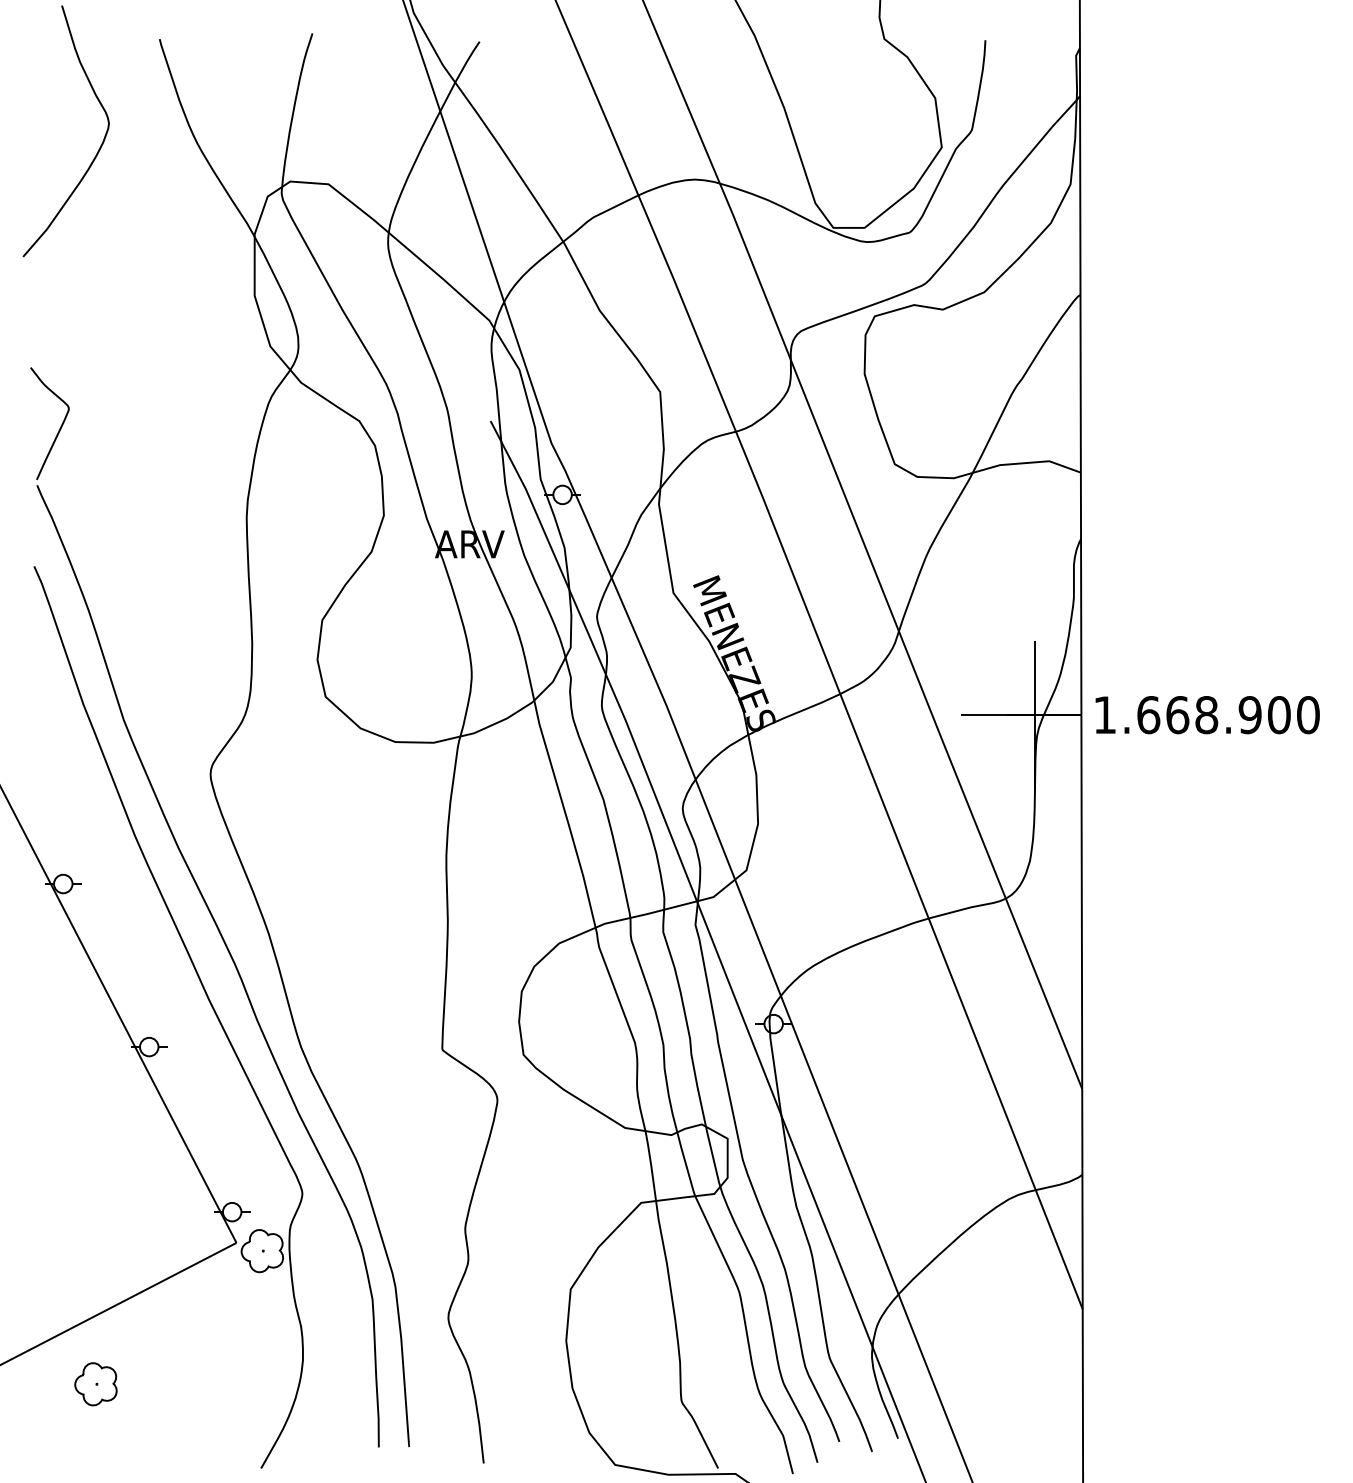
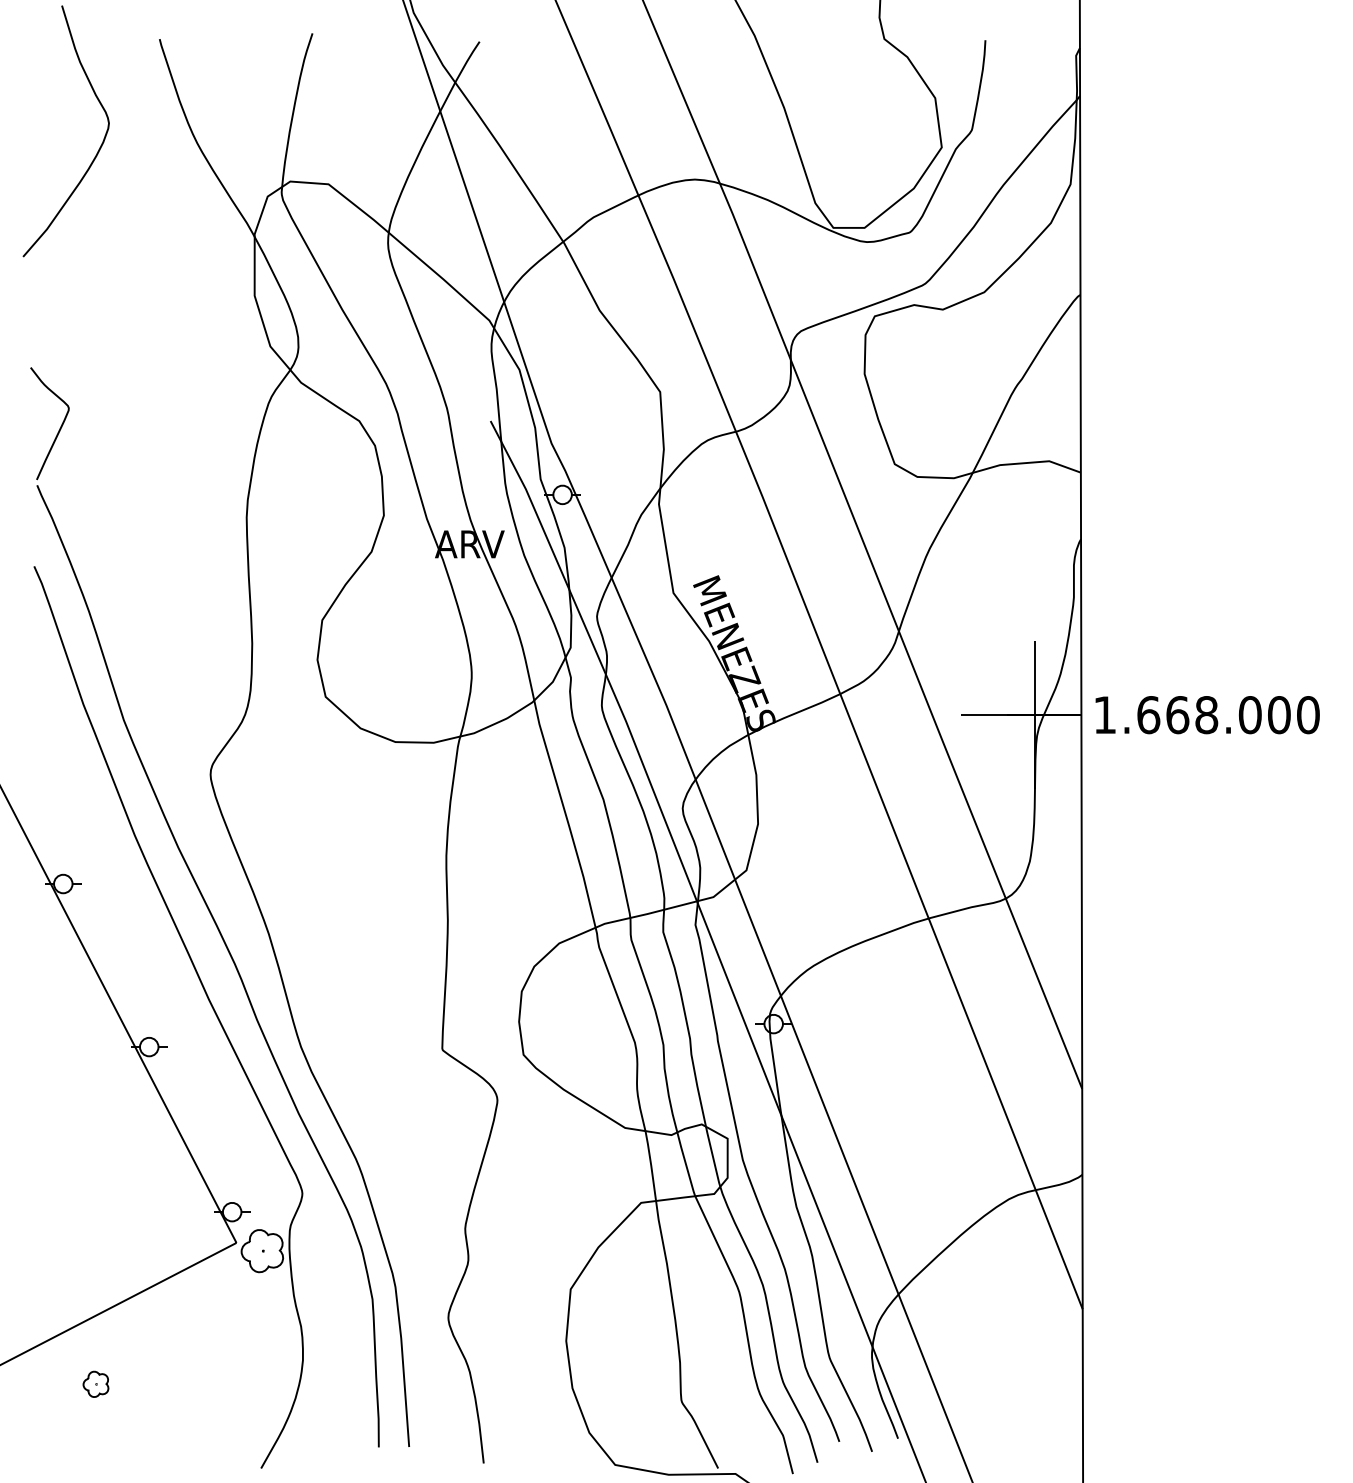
text at (1249, 715): 1.668.900 -> 1.668.000
part at (95, 1384) size: 44x45 px -> 28x28 px
